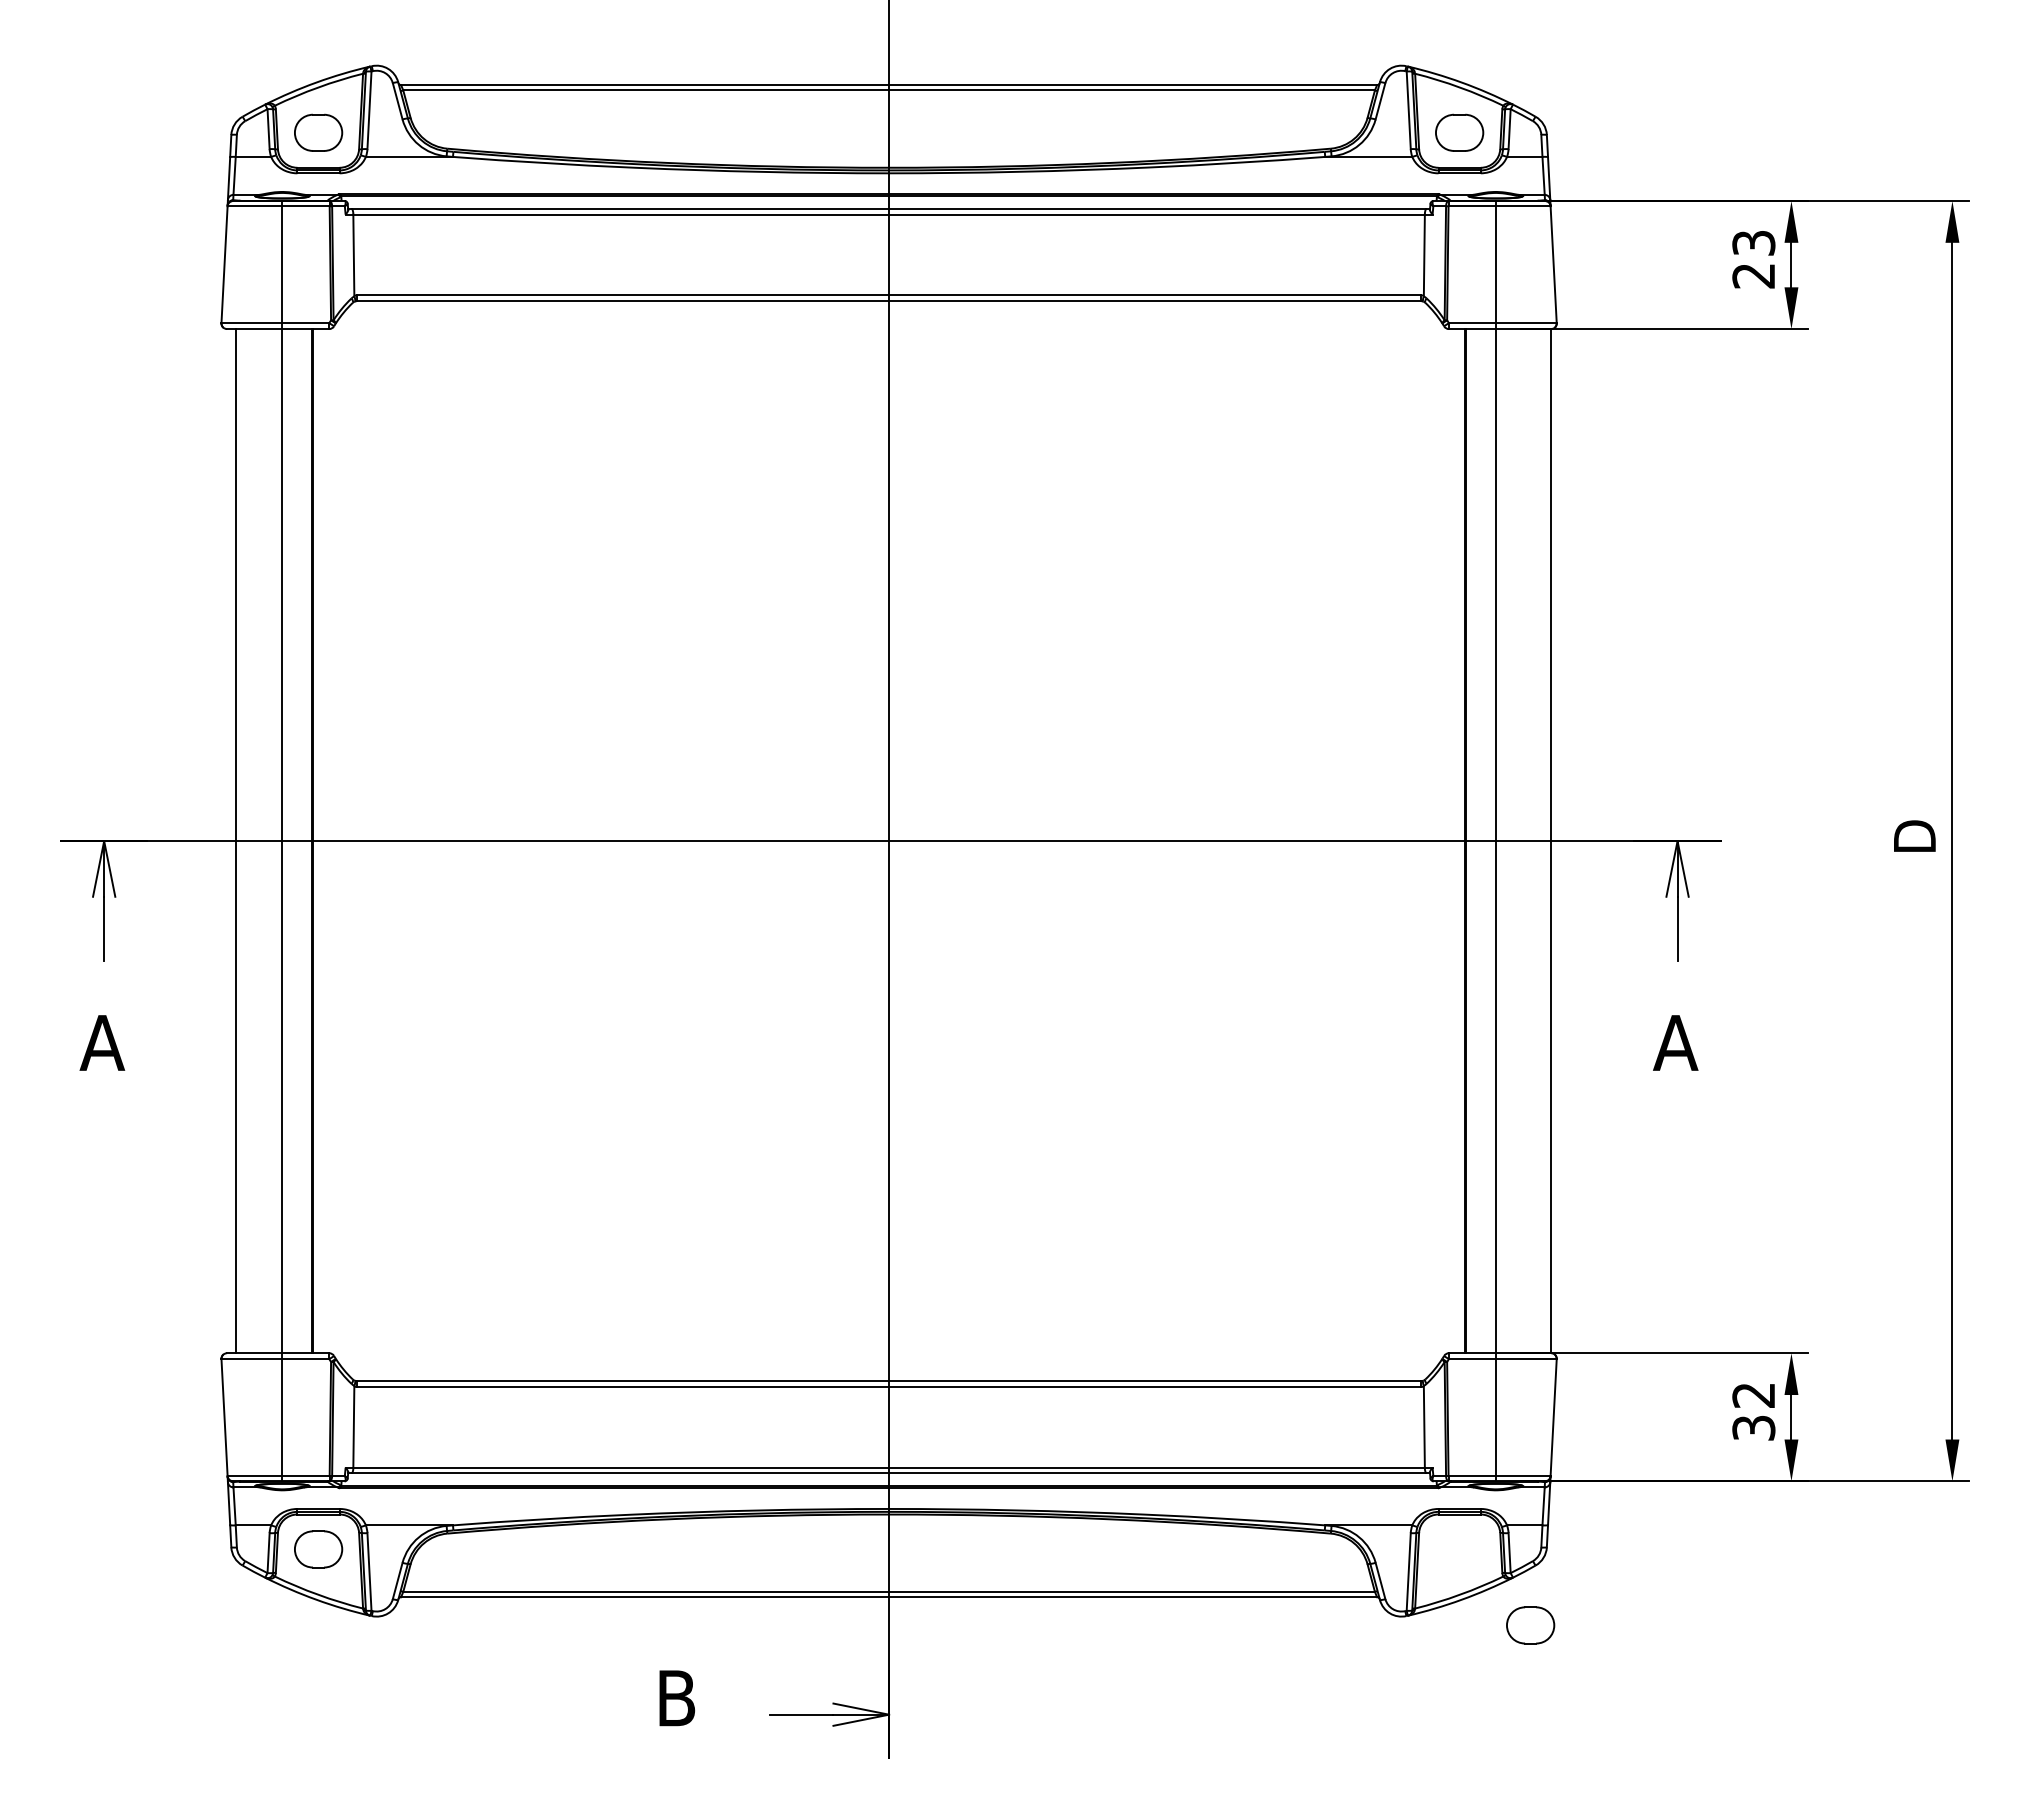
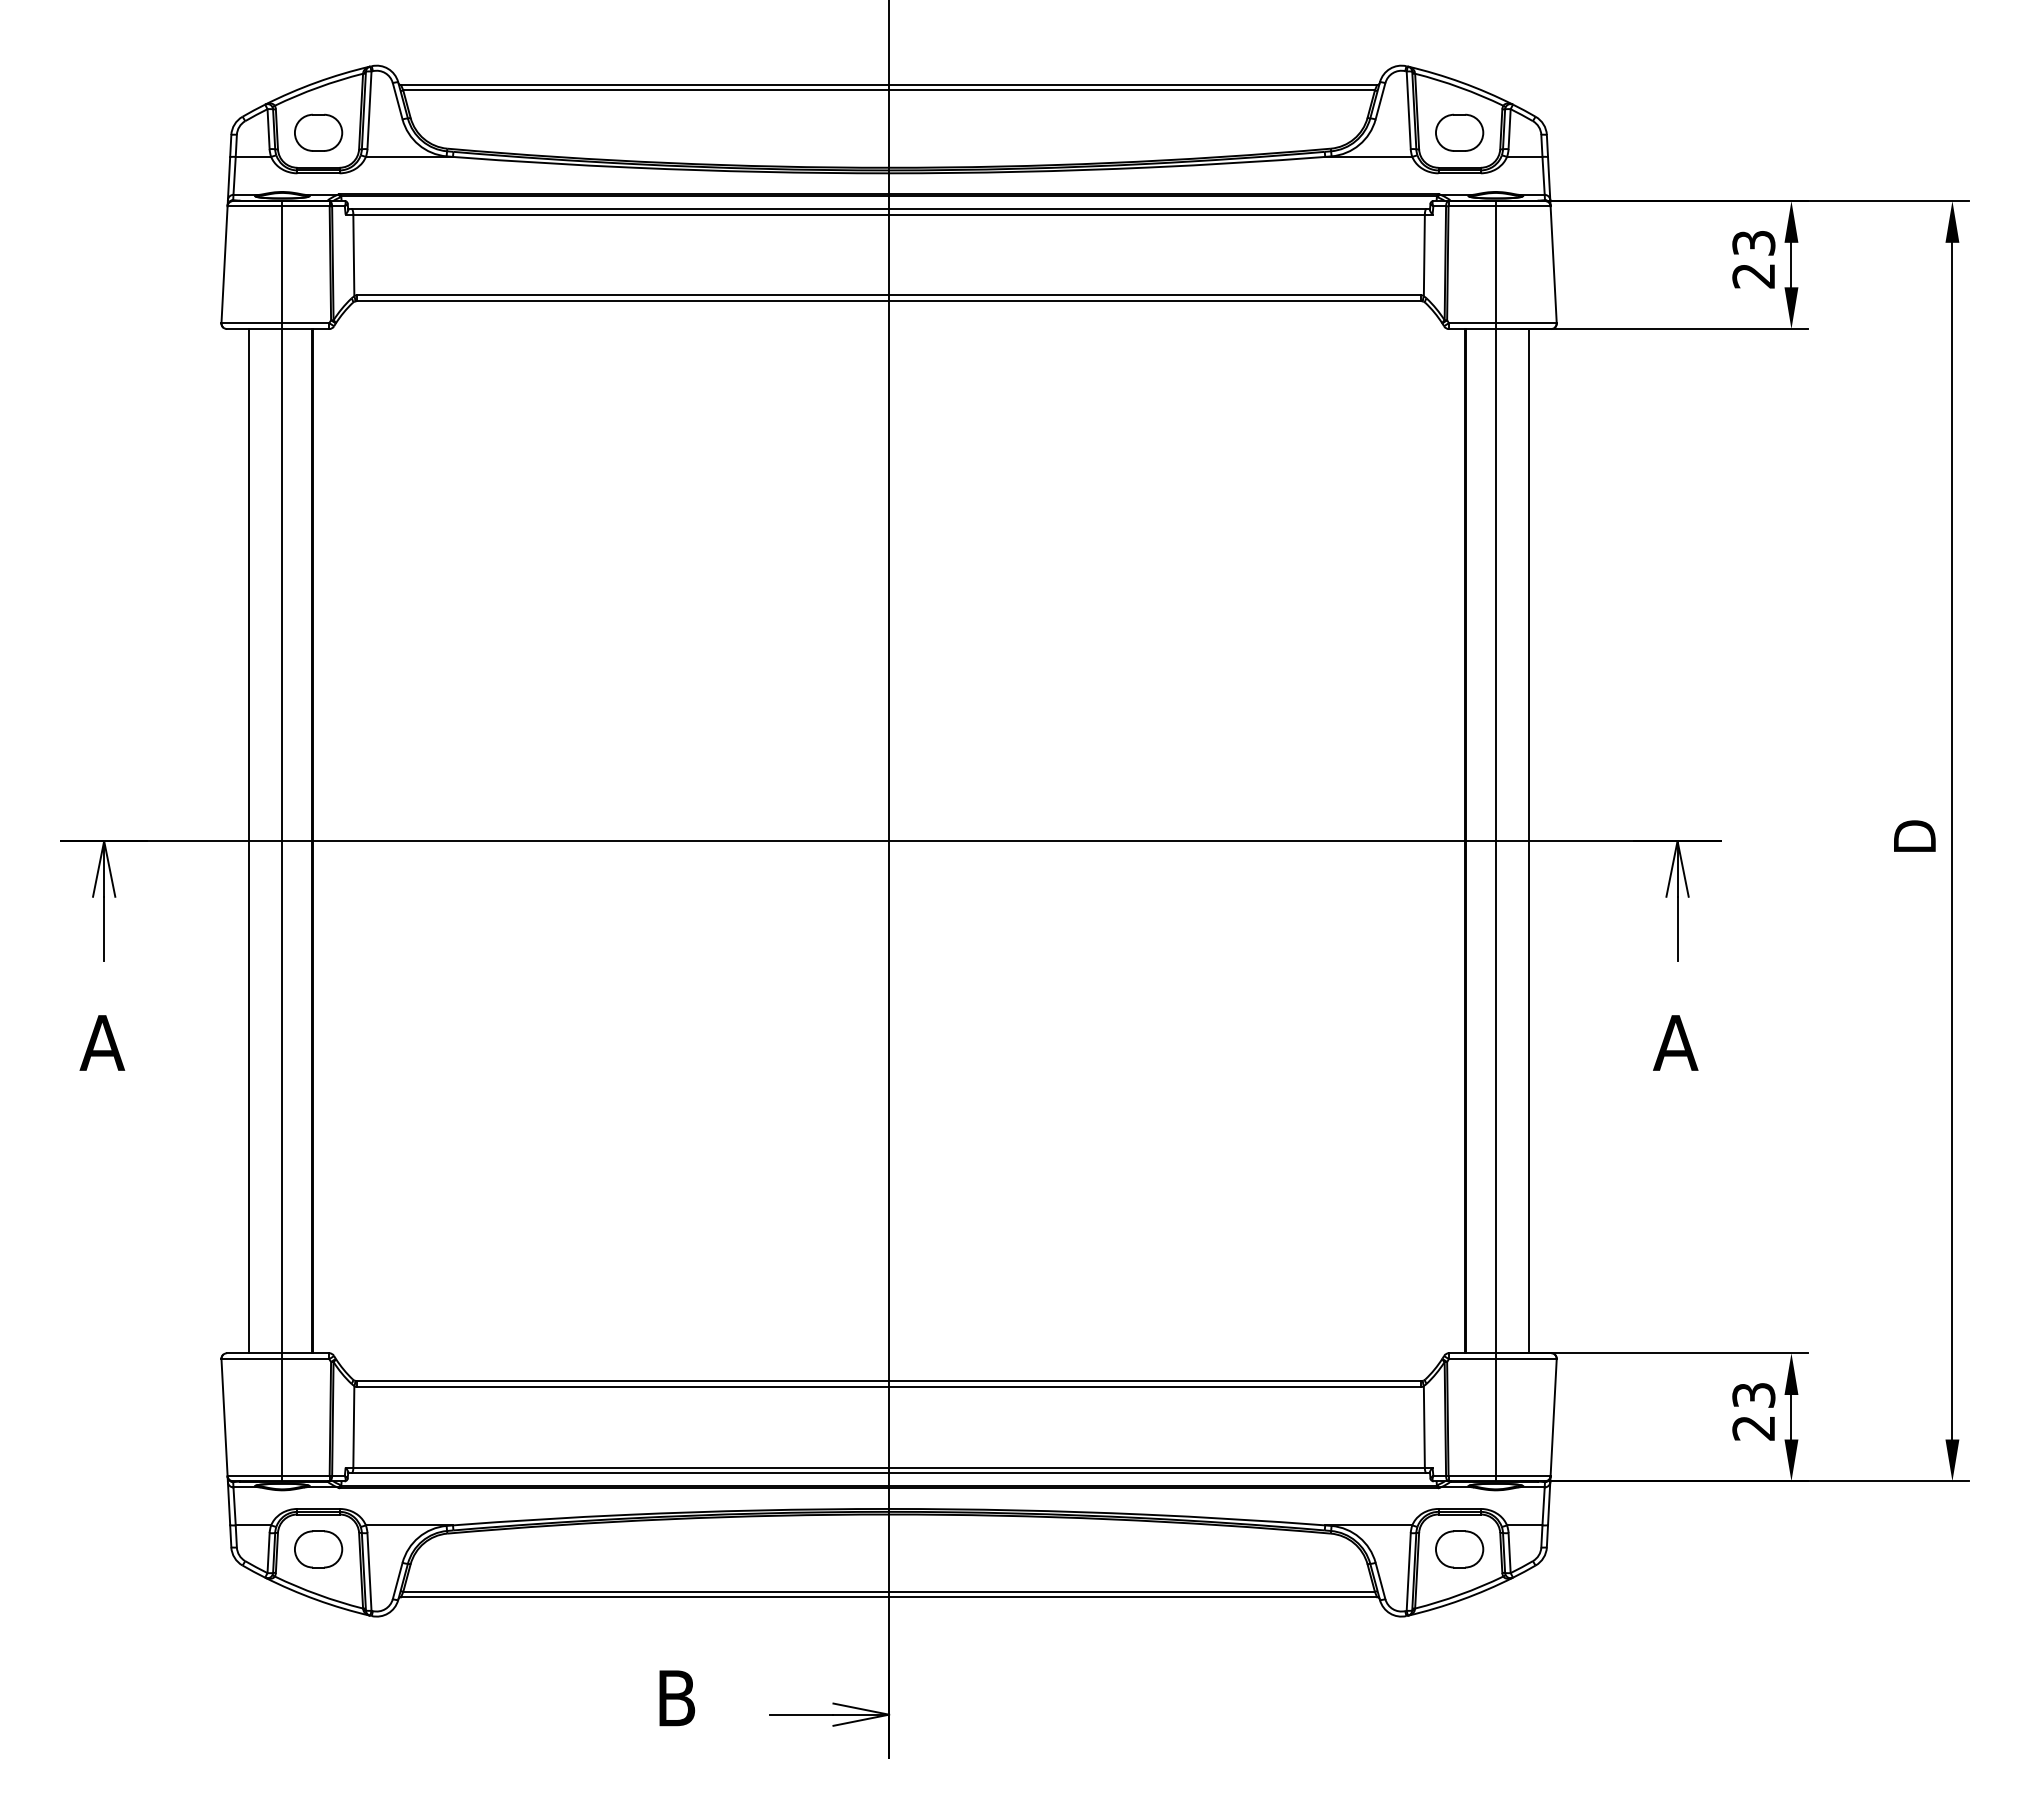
line at (236, 841) position: (236, 841) -> (249, 841)
line at (1551, 841) position: (1551, 841) -> (1529, 841)
text at (1753, 1411): 32 -> 23
part at (1530, 1625) position: (1530, 1625) -> (1459, 1549)
